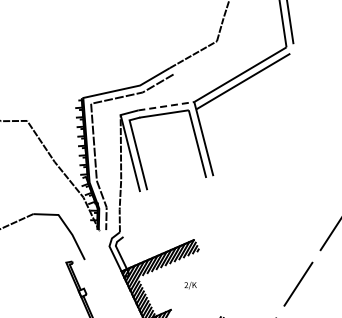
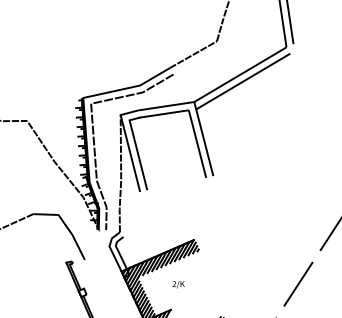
line at (166, 106): dashed -> solid
text at (190, 285) position: (190, 285) -> (178, 284)
